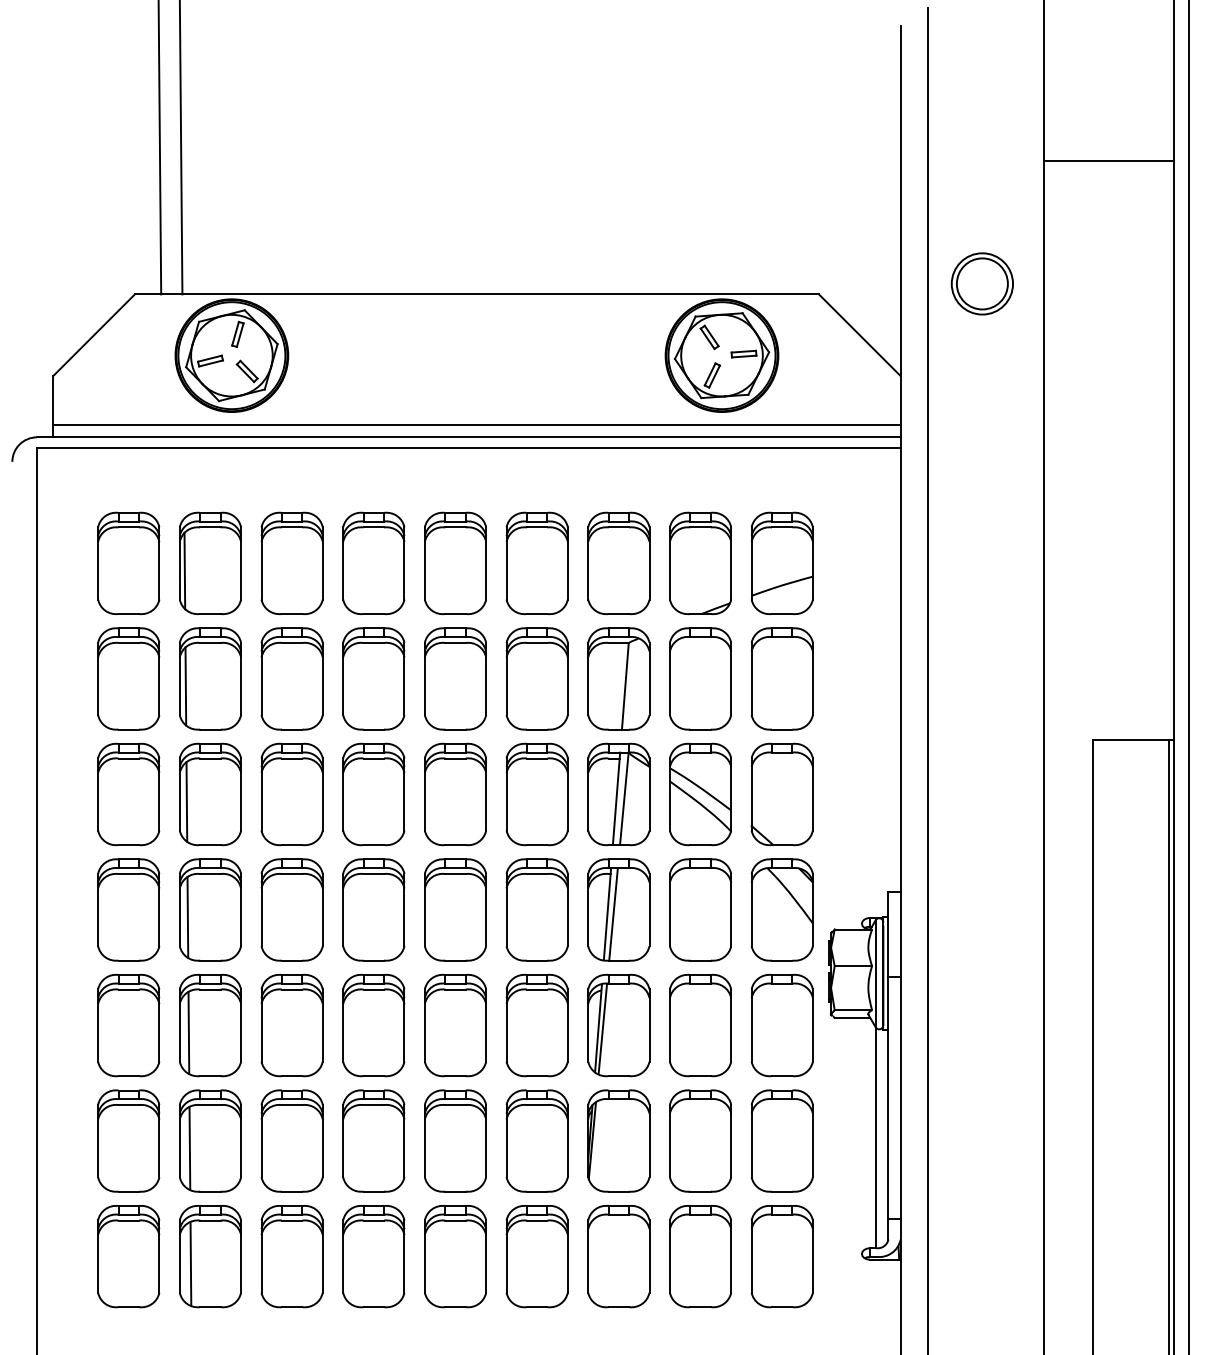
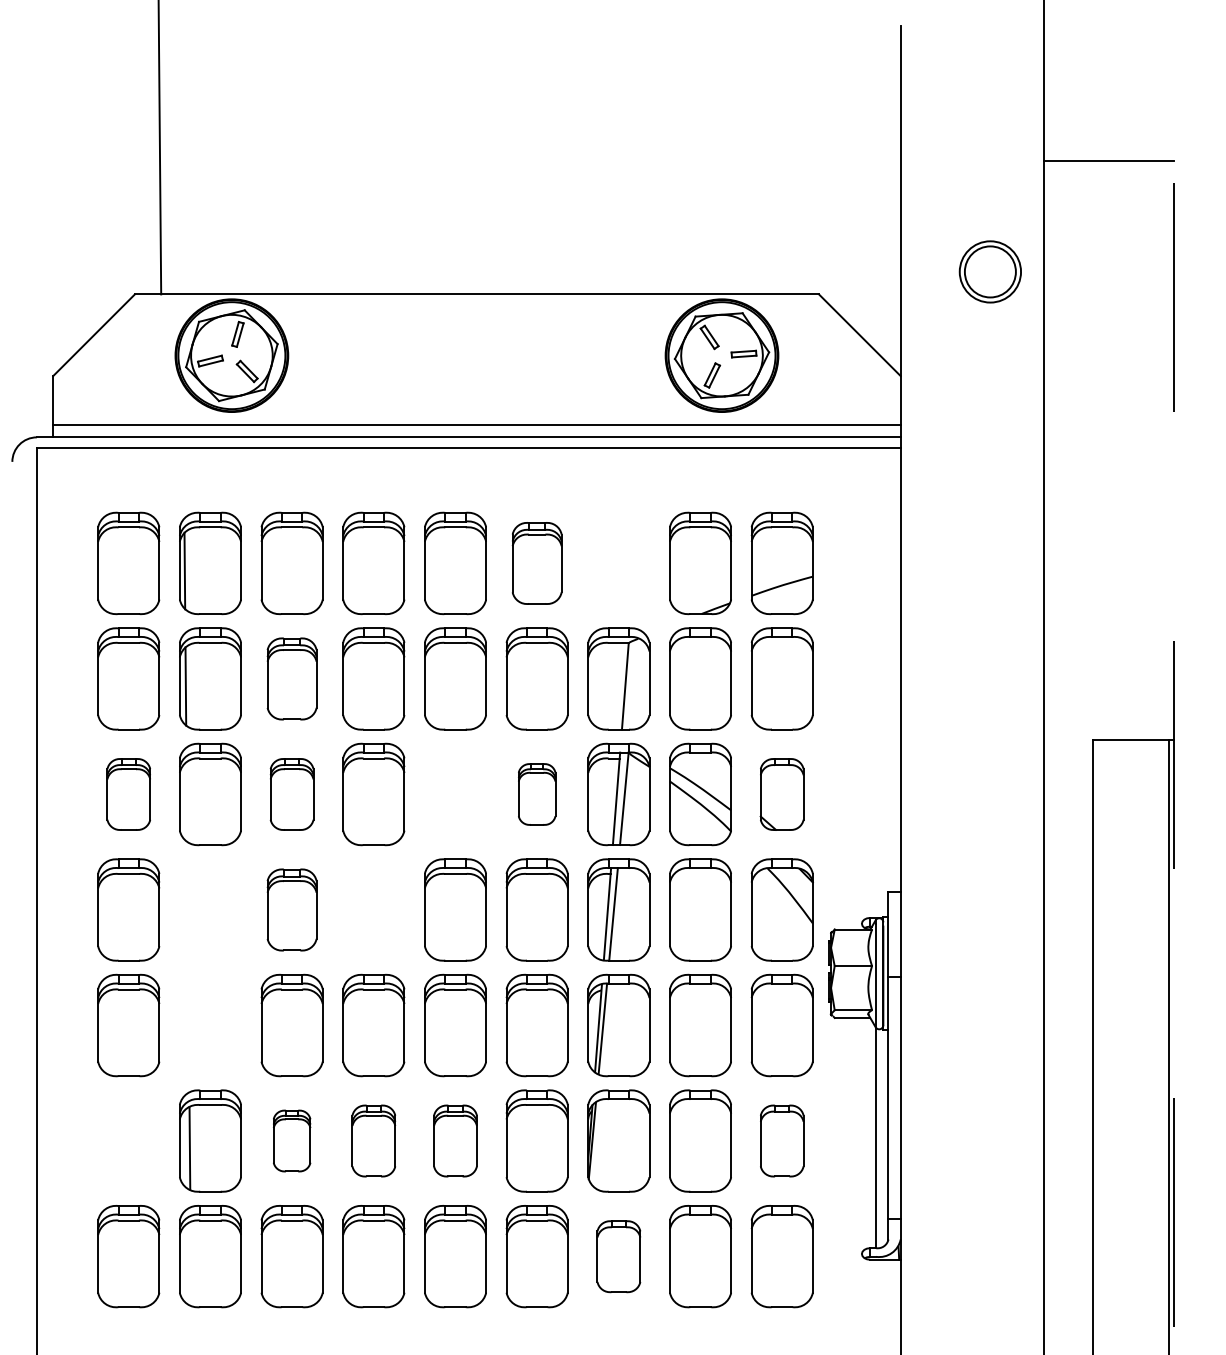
line at (180, 148): present -> none
part at (981, 283) position: (981, 283) -> (989, 271)
part at (536, 563) size: 64x105 px -> 52x83 px
part at (618, 563): present -> none
line at (1189, 676): present -> none
line at (1174, 677): solid -> dashed
part at (291, 678) size: 64x104 px -> 52x84 px
line at (928, 679): present -> none
part at (128, 794) size: 64x105 px -> 45x73 px
part at (291, 794) size: 64x105 px -> 46x73 px
part at (455, 794): present -> none
part at (536, 794) size: 64x105 px -> 39x63 px
part at (781, 794) size: 64x105 px -> 46x73 px
line at (186, 801): present -> none
part at (210, 909): present -> none
part at (291, 909) size: 64x104 px -> 52x84 px
part at (373, 909): present -> none
part at (210, 1025): present -> none
part at (128, 1140): present -> none
part at (291, 1140) size: 64x104 px -> 39x64 px
part at (373, 1140) size: 64x104 px -> 46x74 px
part at (455, 1140) size: 63x104 px -> 45x74 px
part at (781, 1140) size: 64x104 px -> 45x74 px
part at (618, 1256) size: 64x104 px -> 46x74 px
line at (190, 1263): present -> none
